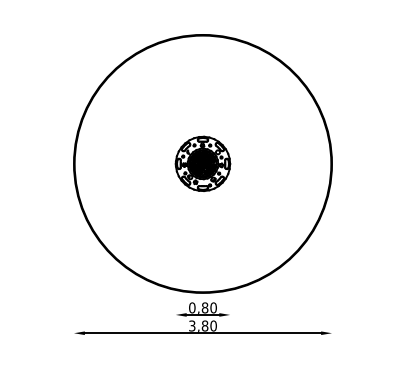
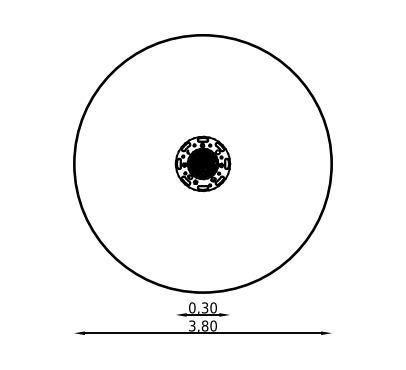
text at (204, 307): 0,80 -> 0,30
